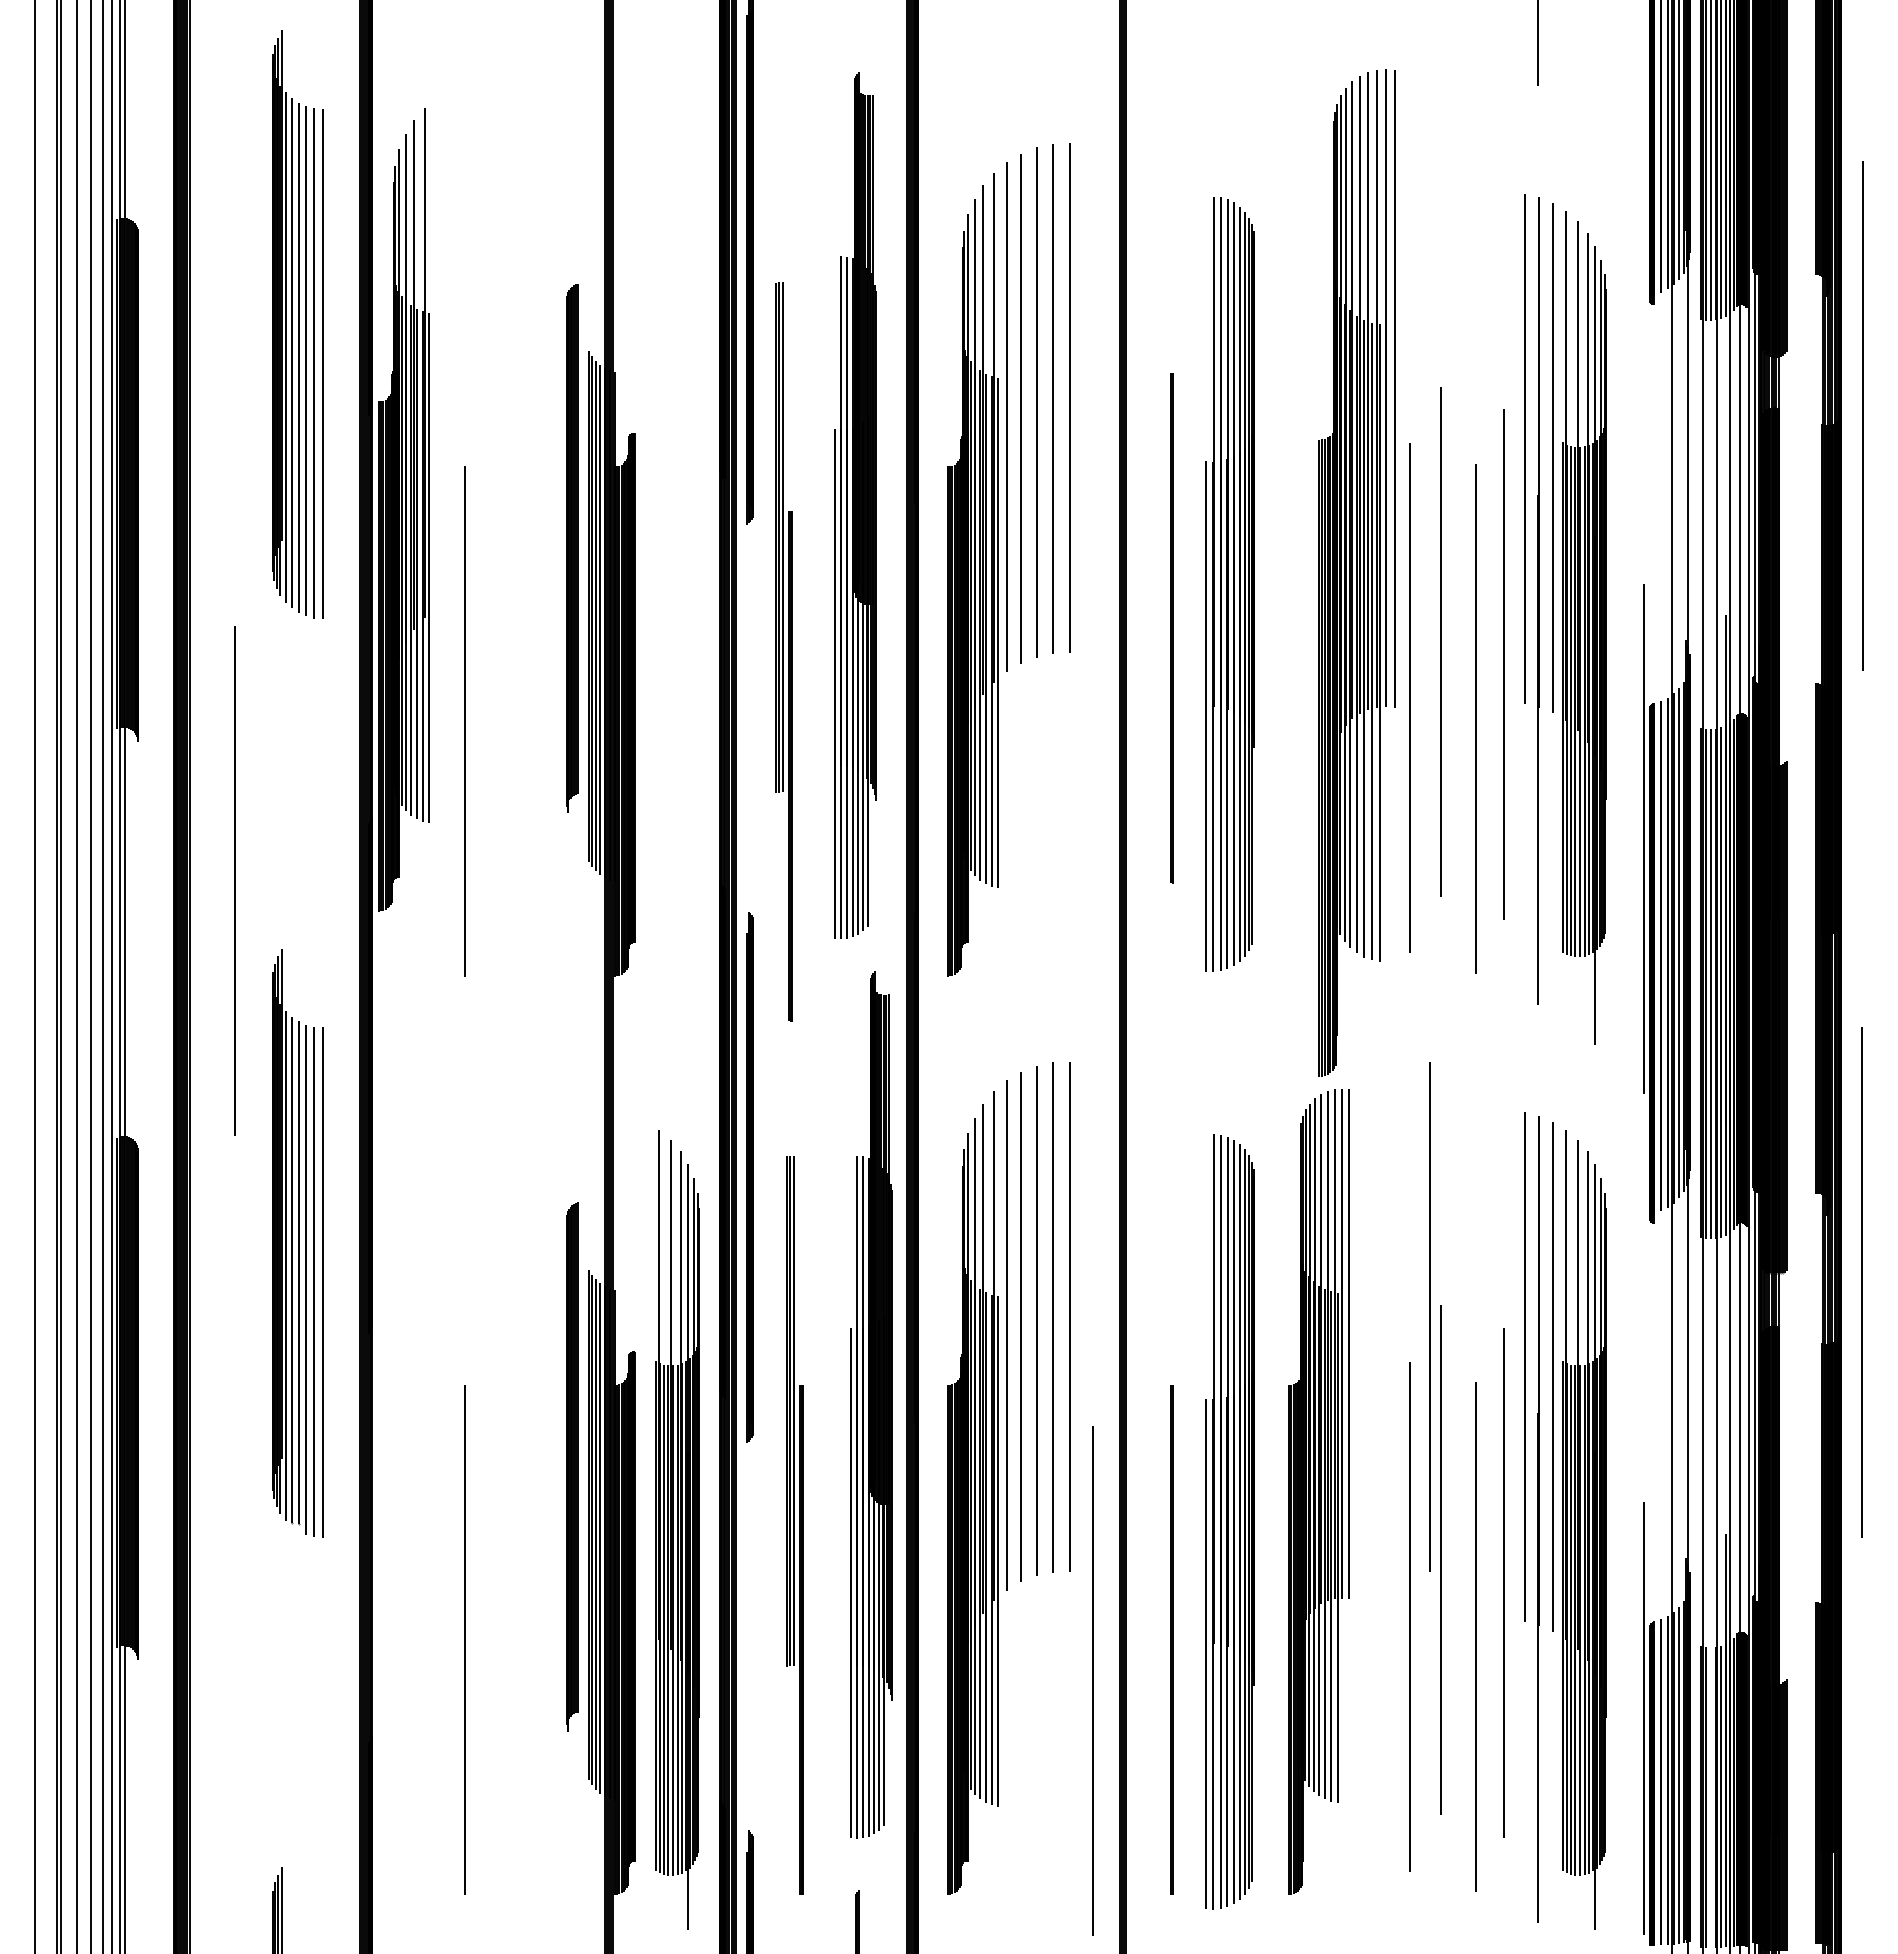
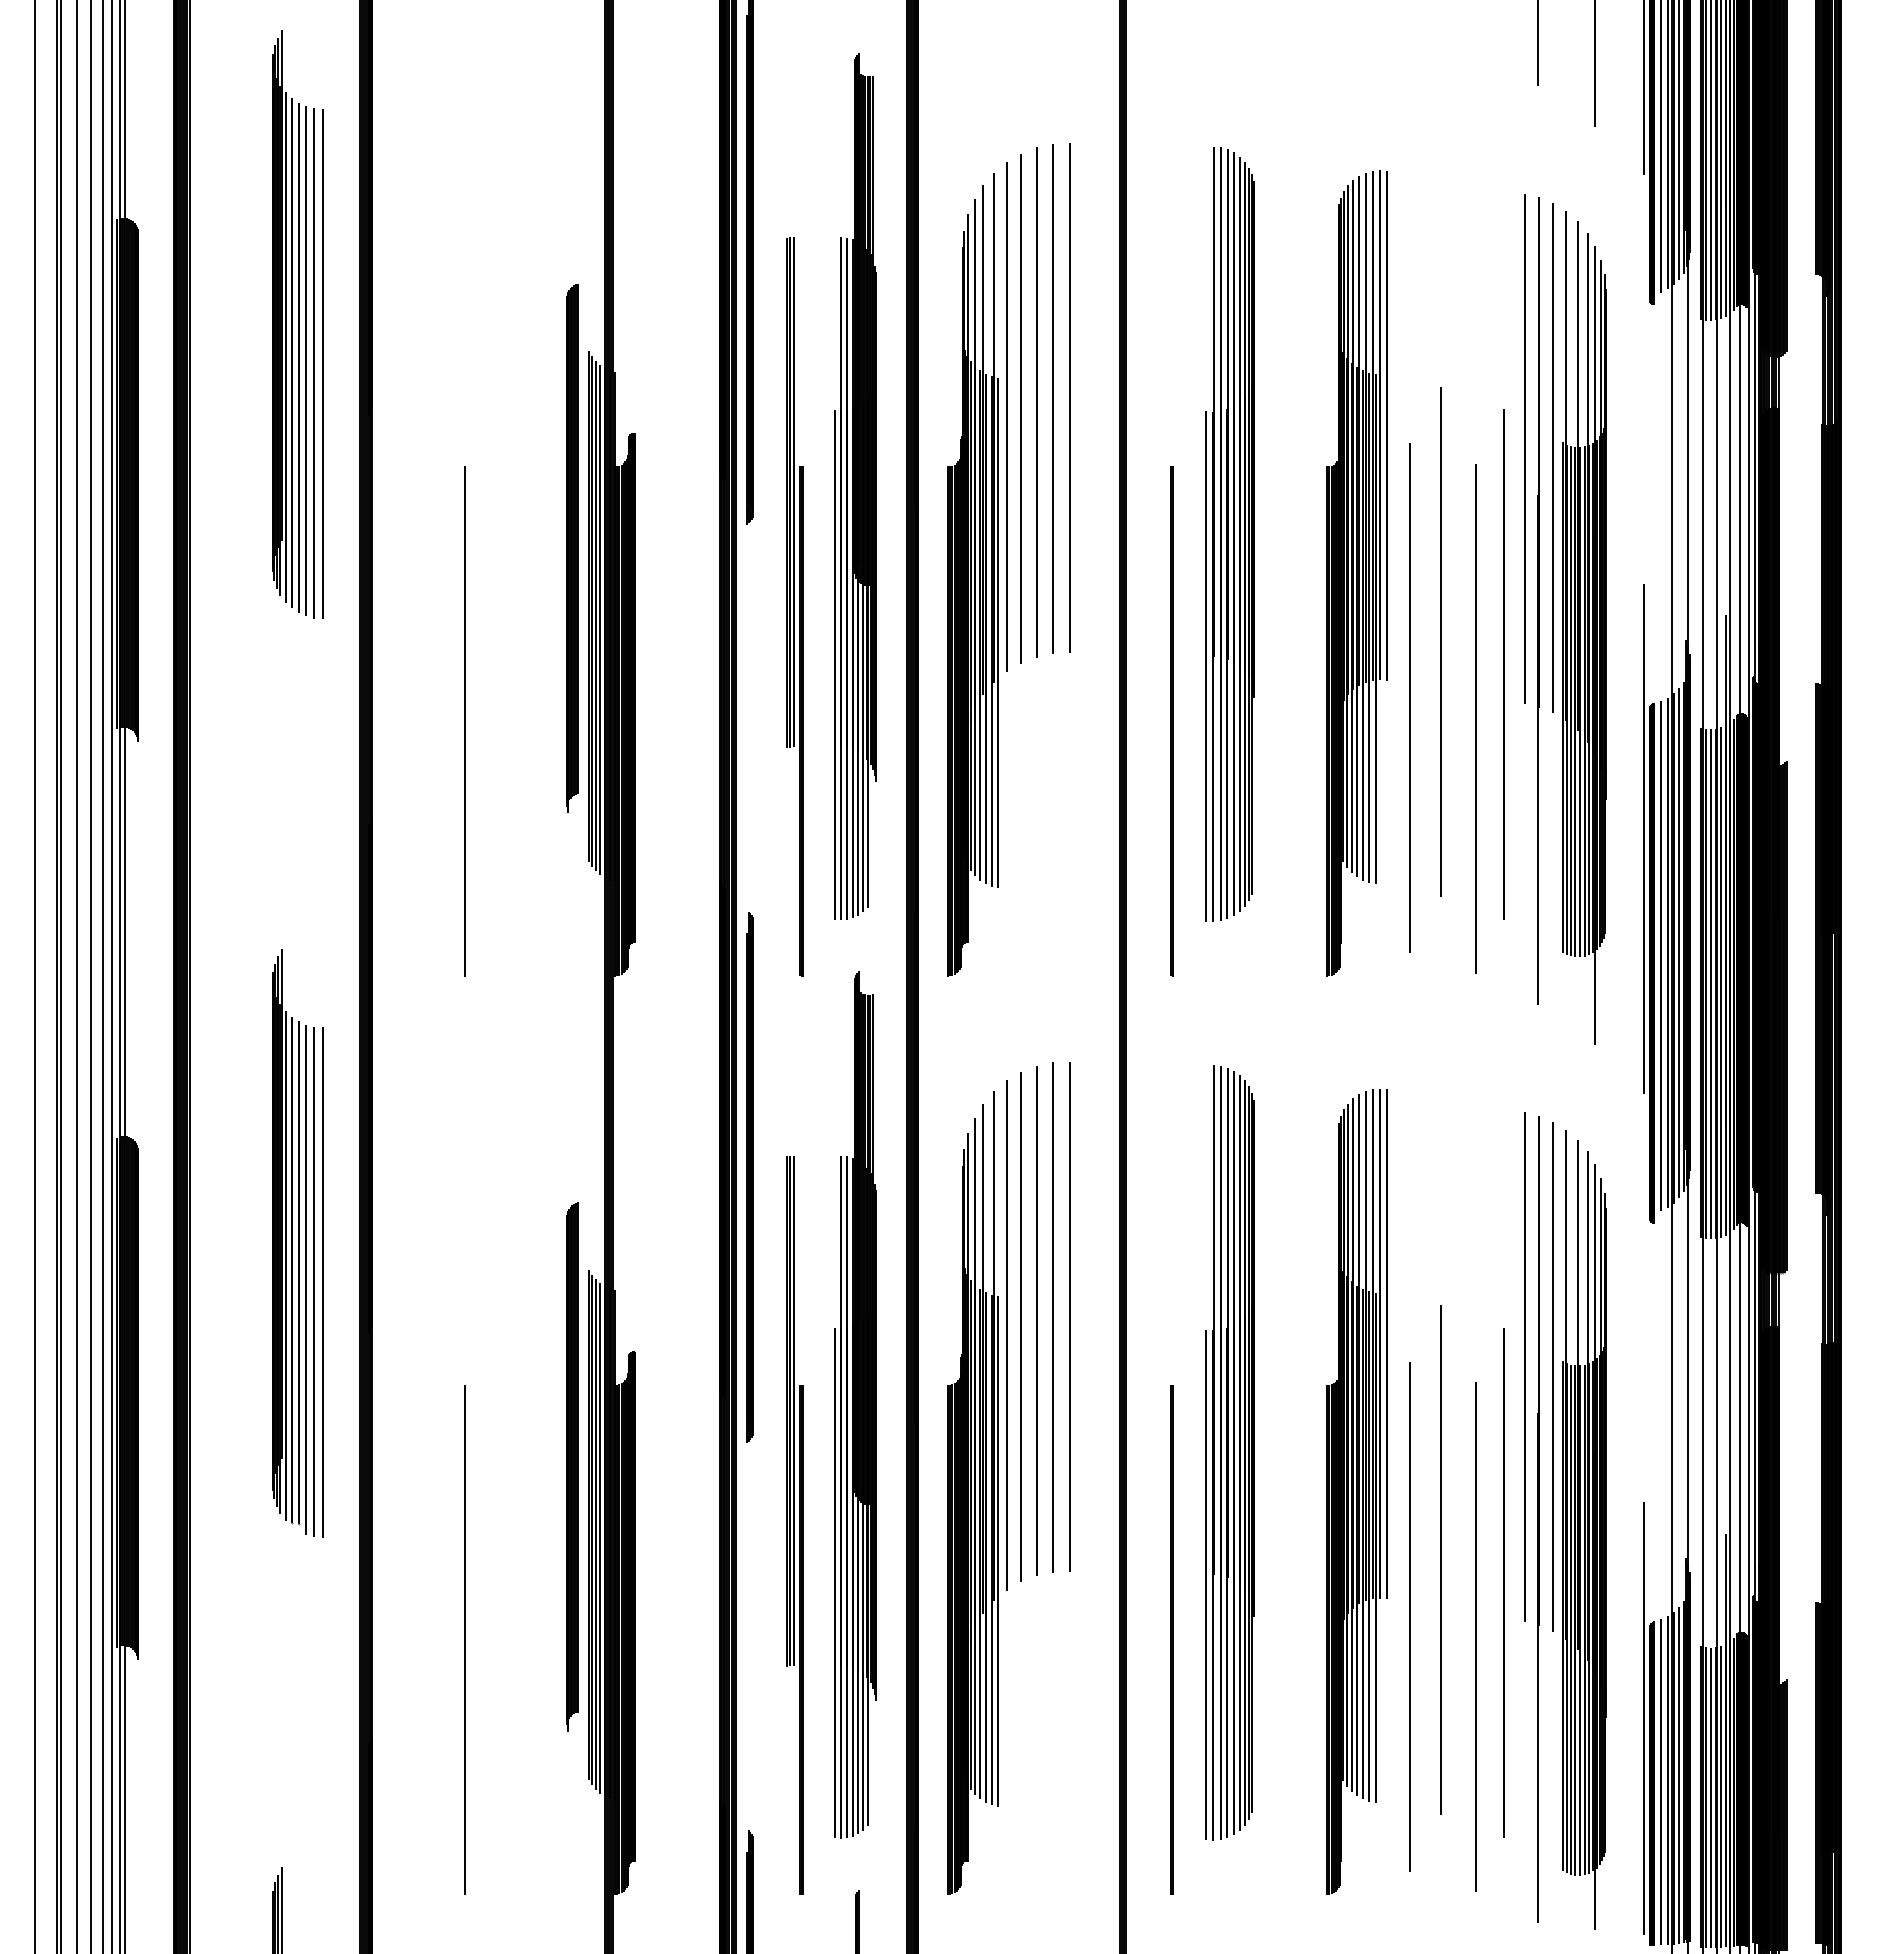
line at (1594, 64): none -> present
line at (1644, 88): none -> present
line at (1862, 415): present -> none
part at (855, 505) position: (855, 505) -> (855, 486)
part at (403, 509): present -> none
part at (1356, 572) size: 78x1008 px -> 62x807 px
part at (1229, 584) position: (1229, 584) -> (1229, 534)
line at (1171, 628) position: (1171, 628) -> (1171, 721)
part at (783, 651) position: (783, 651) -> (794, 606)
line at (234, 880): present -> none
line at (1861, 1282): present -> none
line at (1429, 1316): present -> none
part at (871, 1404) position: (871, 1404) -> (855, 1404)
part at (1318, 1491) position: (1318, 1491) -> (1356, 1491)
part at (1229, 1521) position: (1229, 1521) -> (1229, 1452)
part at (677, 1529): present -> none
line at (1092, 1680): present -> none
line at (1711, 1797): none -> present
